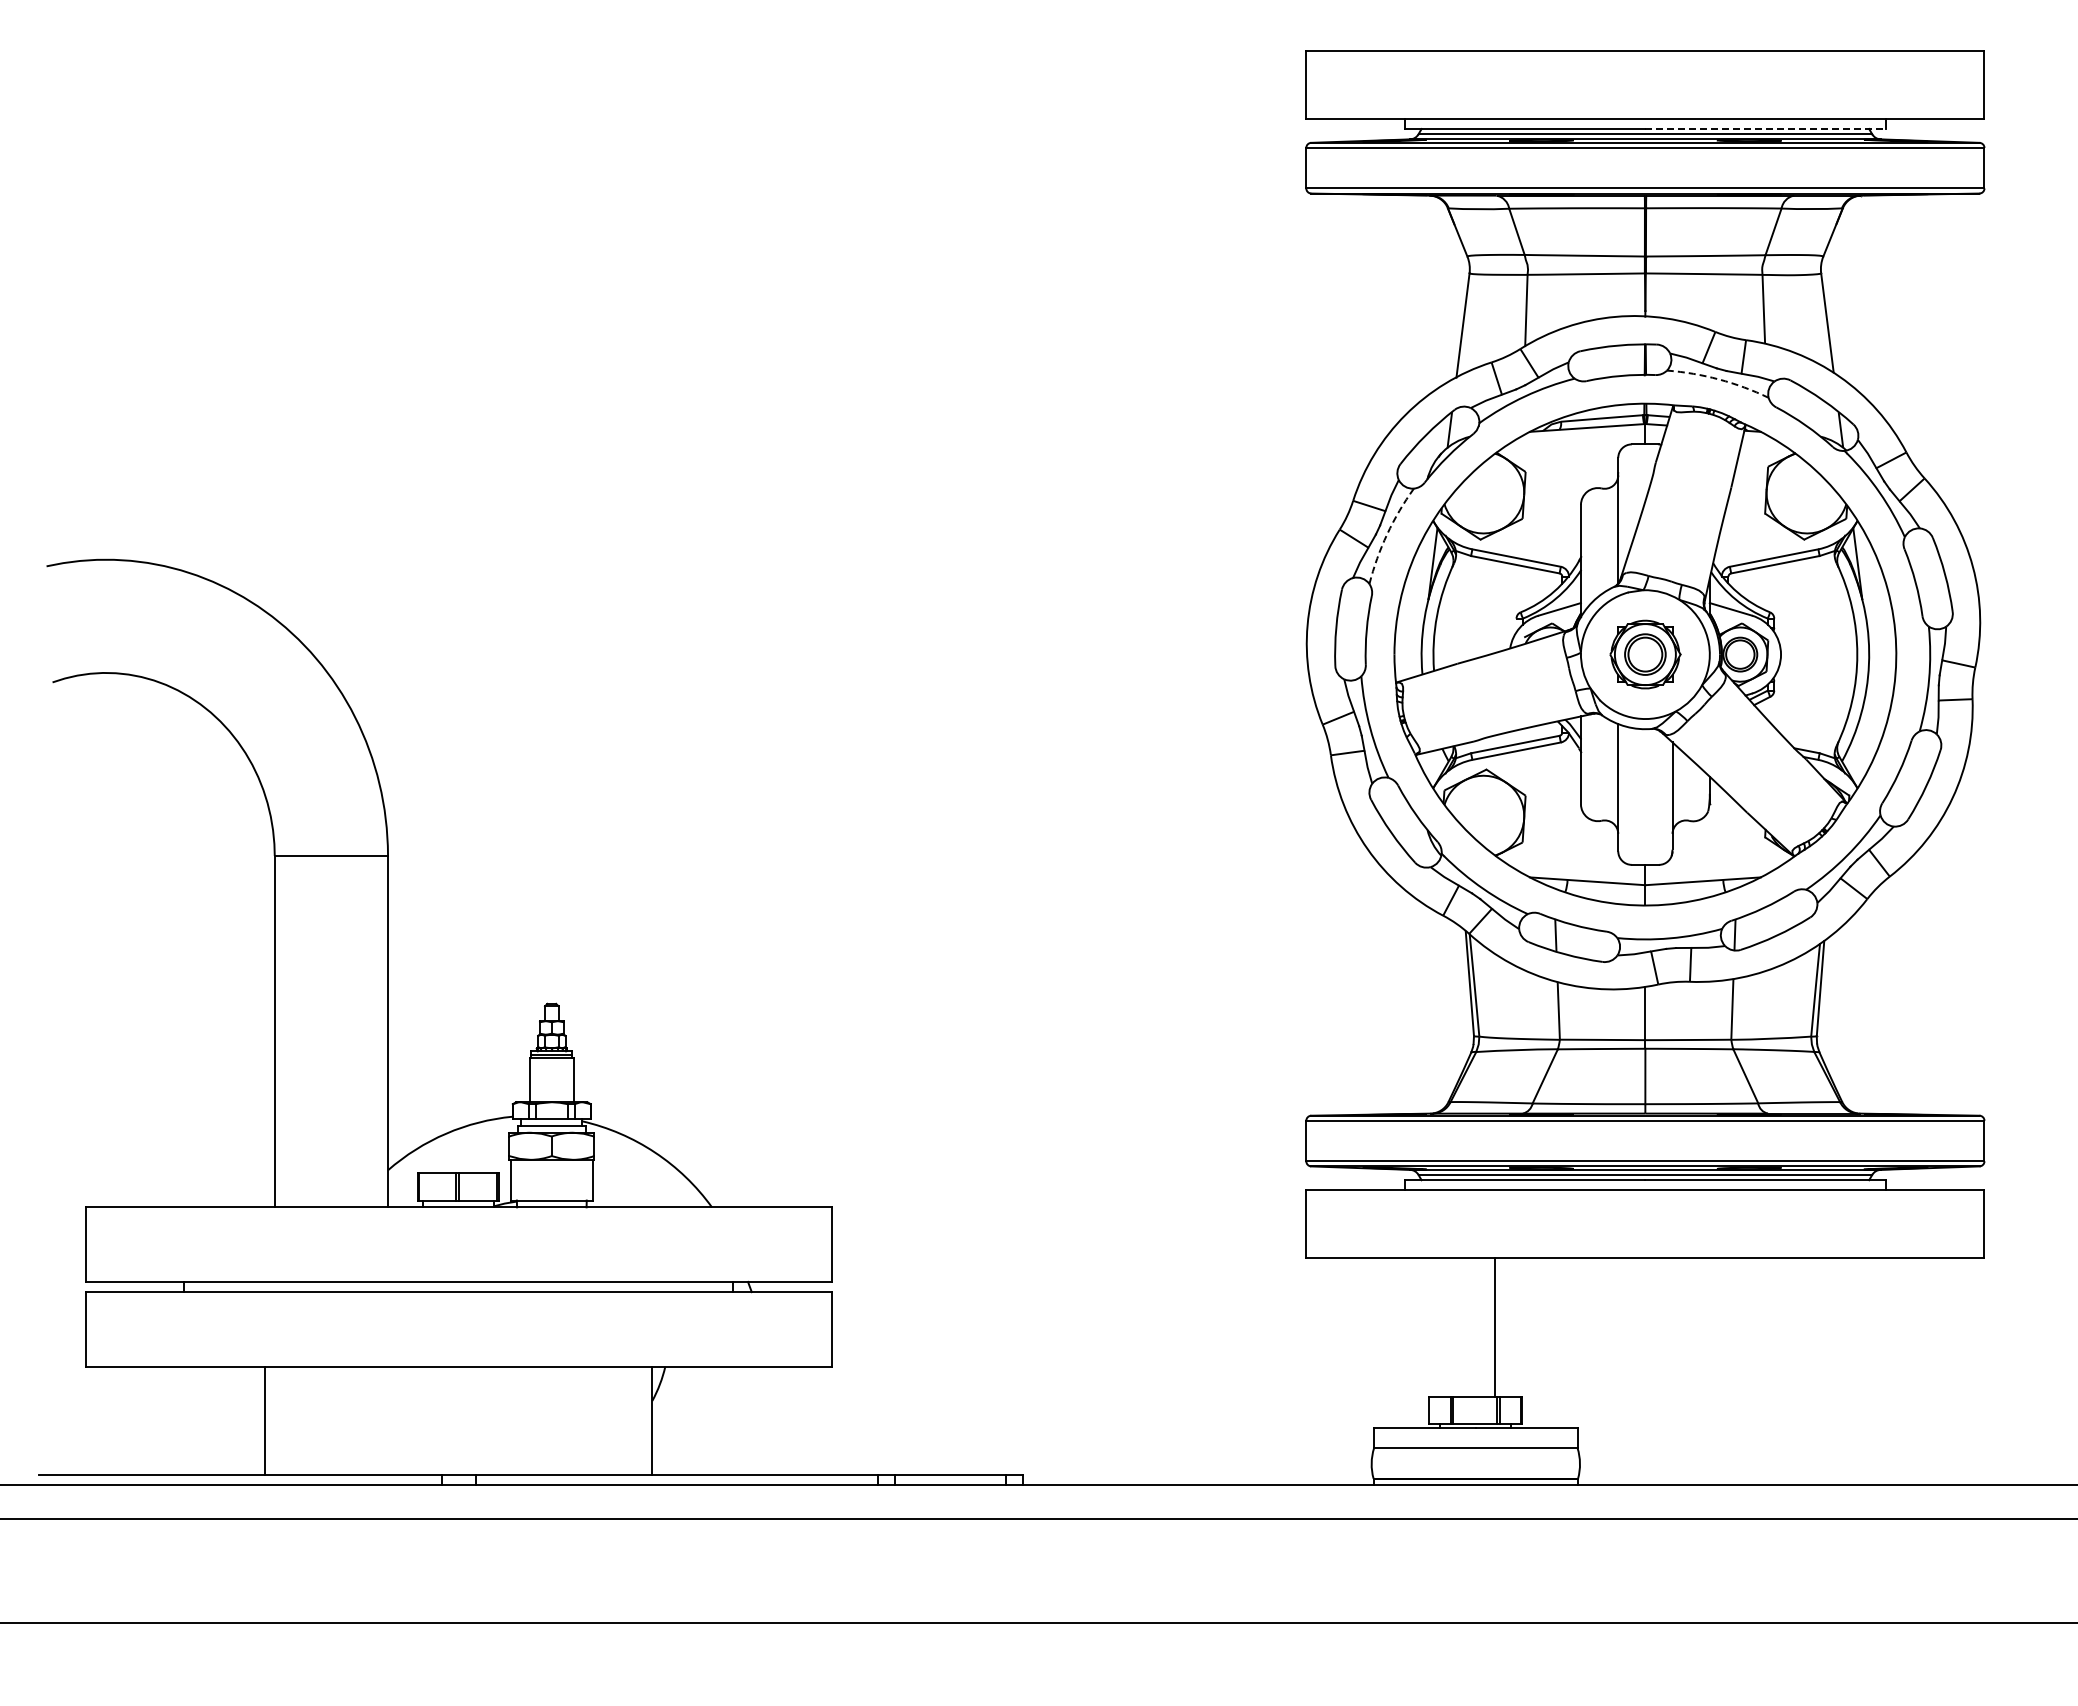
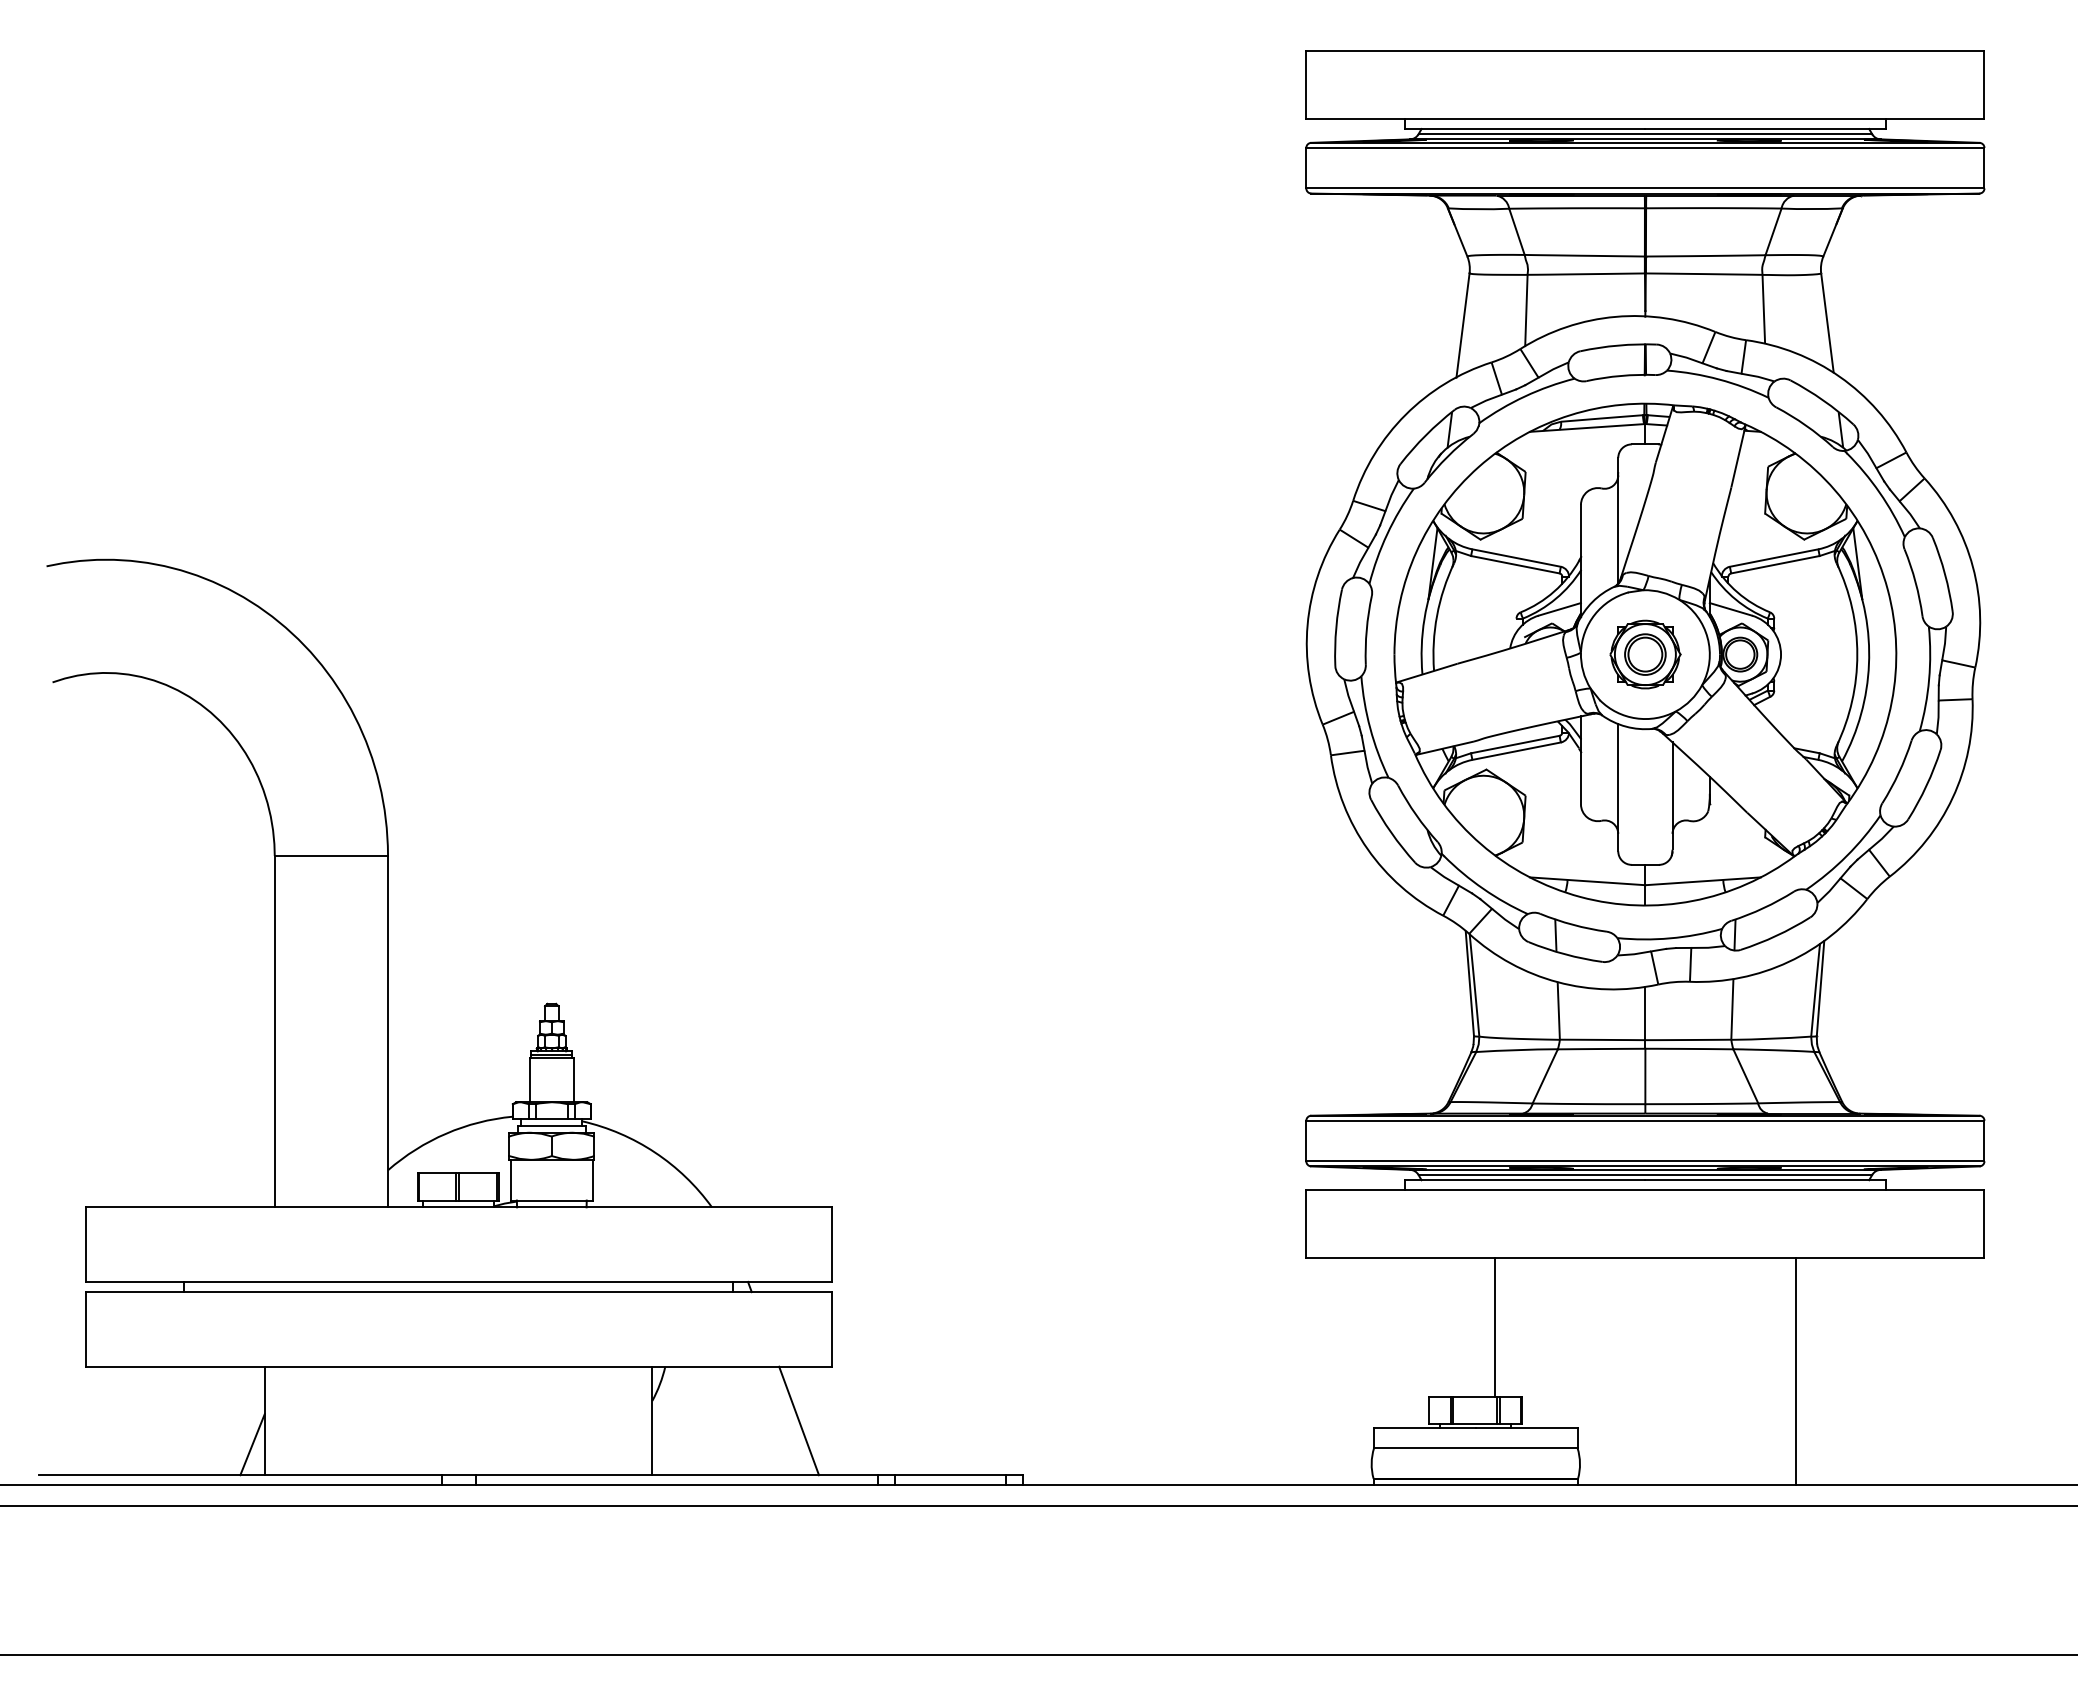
line at (1766, 129): dashed -> solid
arc at (1719, 379): dashed -> solid
arc at (1387, 534): dashed -> solid
line at (1796, 1371): none -> present
line at (799, 1420): none -> present
line at (252, 1444): none -> present
line at (1038, 1518) position: (1038, 1518) -> (1038, 1505)
line at (1038, 1622) position: (1038, 1622) -> (1038, 1654)
